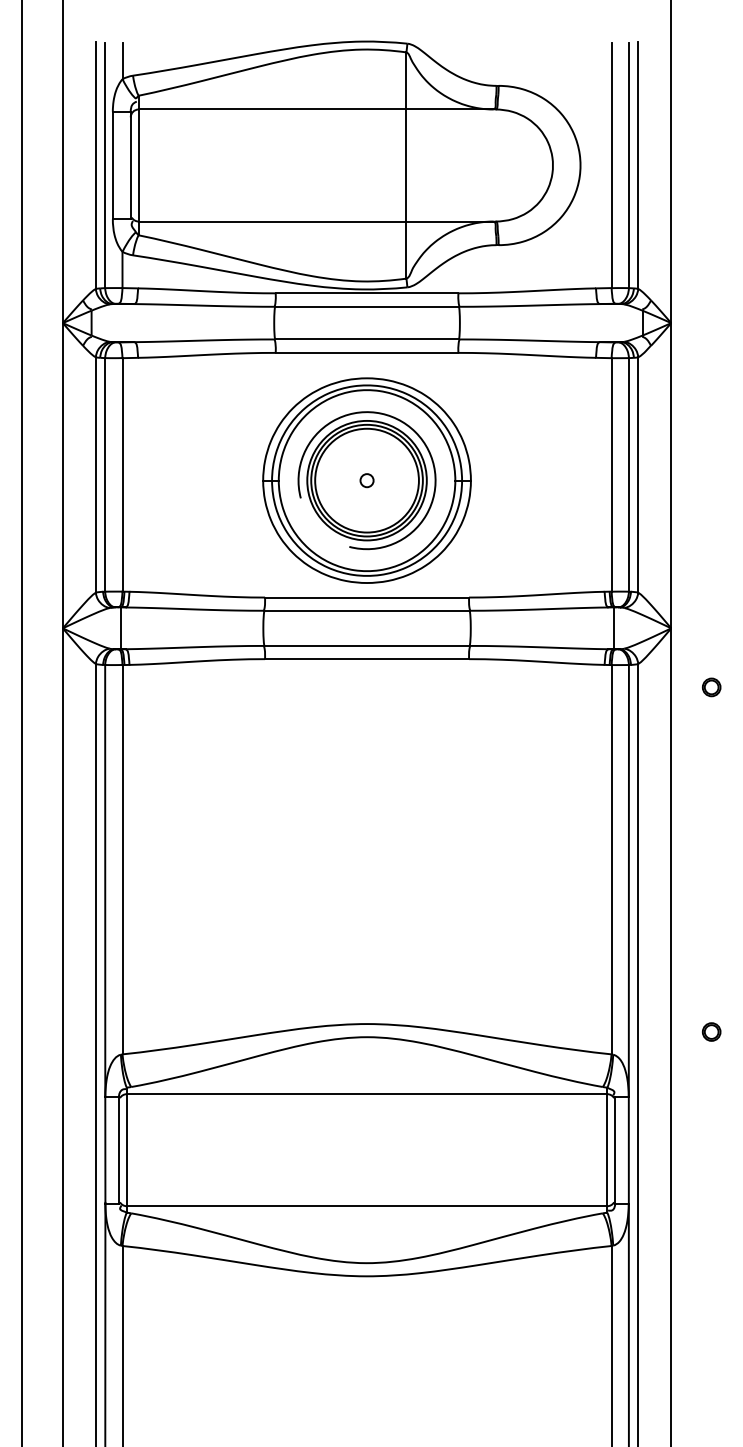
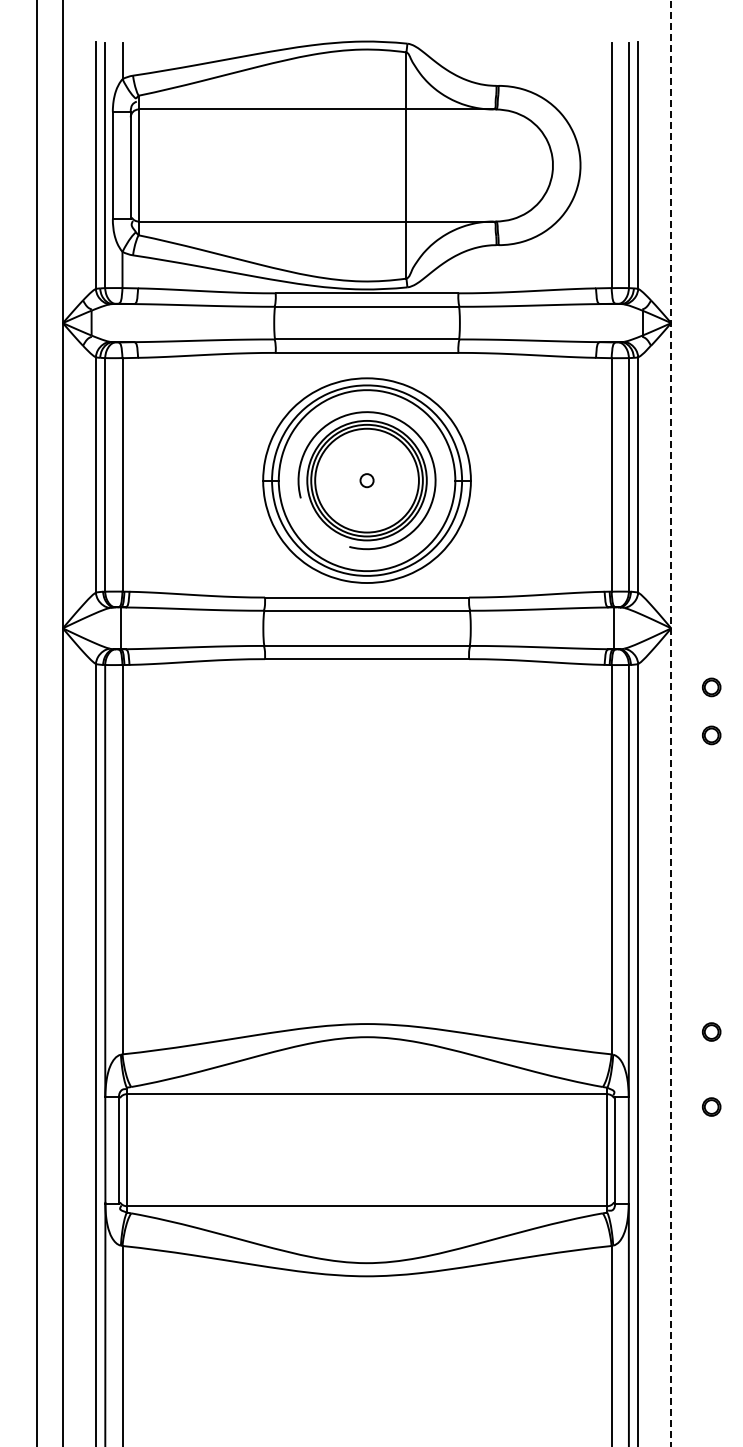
line at (22, 722) position: (22, 722) -> (37, 722)
line at (671, 723): solid -> dashed
part at (711, 735): none -> present
part at (711, 1106): none -> present
